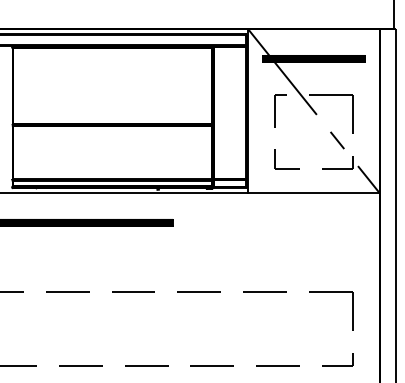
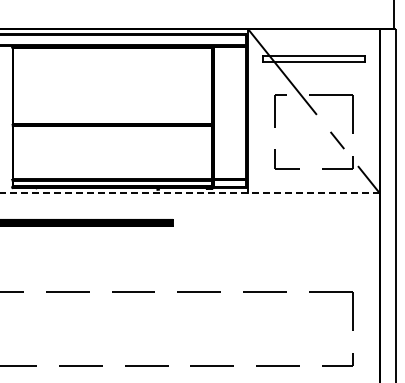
hatch at (313, 58): present -> none
line at (189, 193): solid -> dashed
